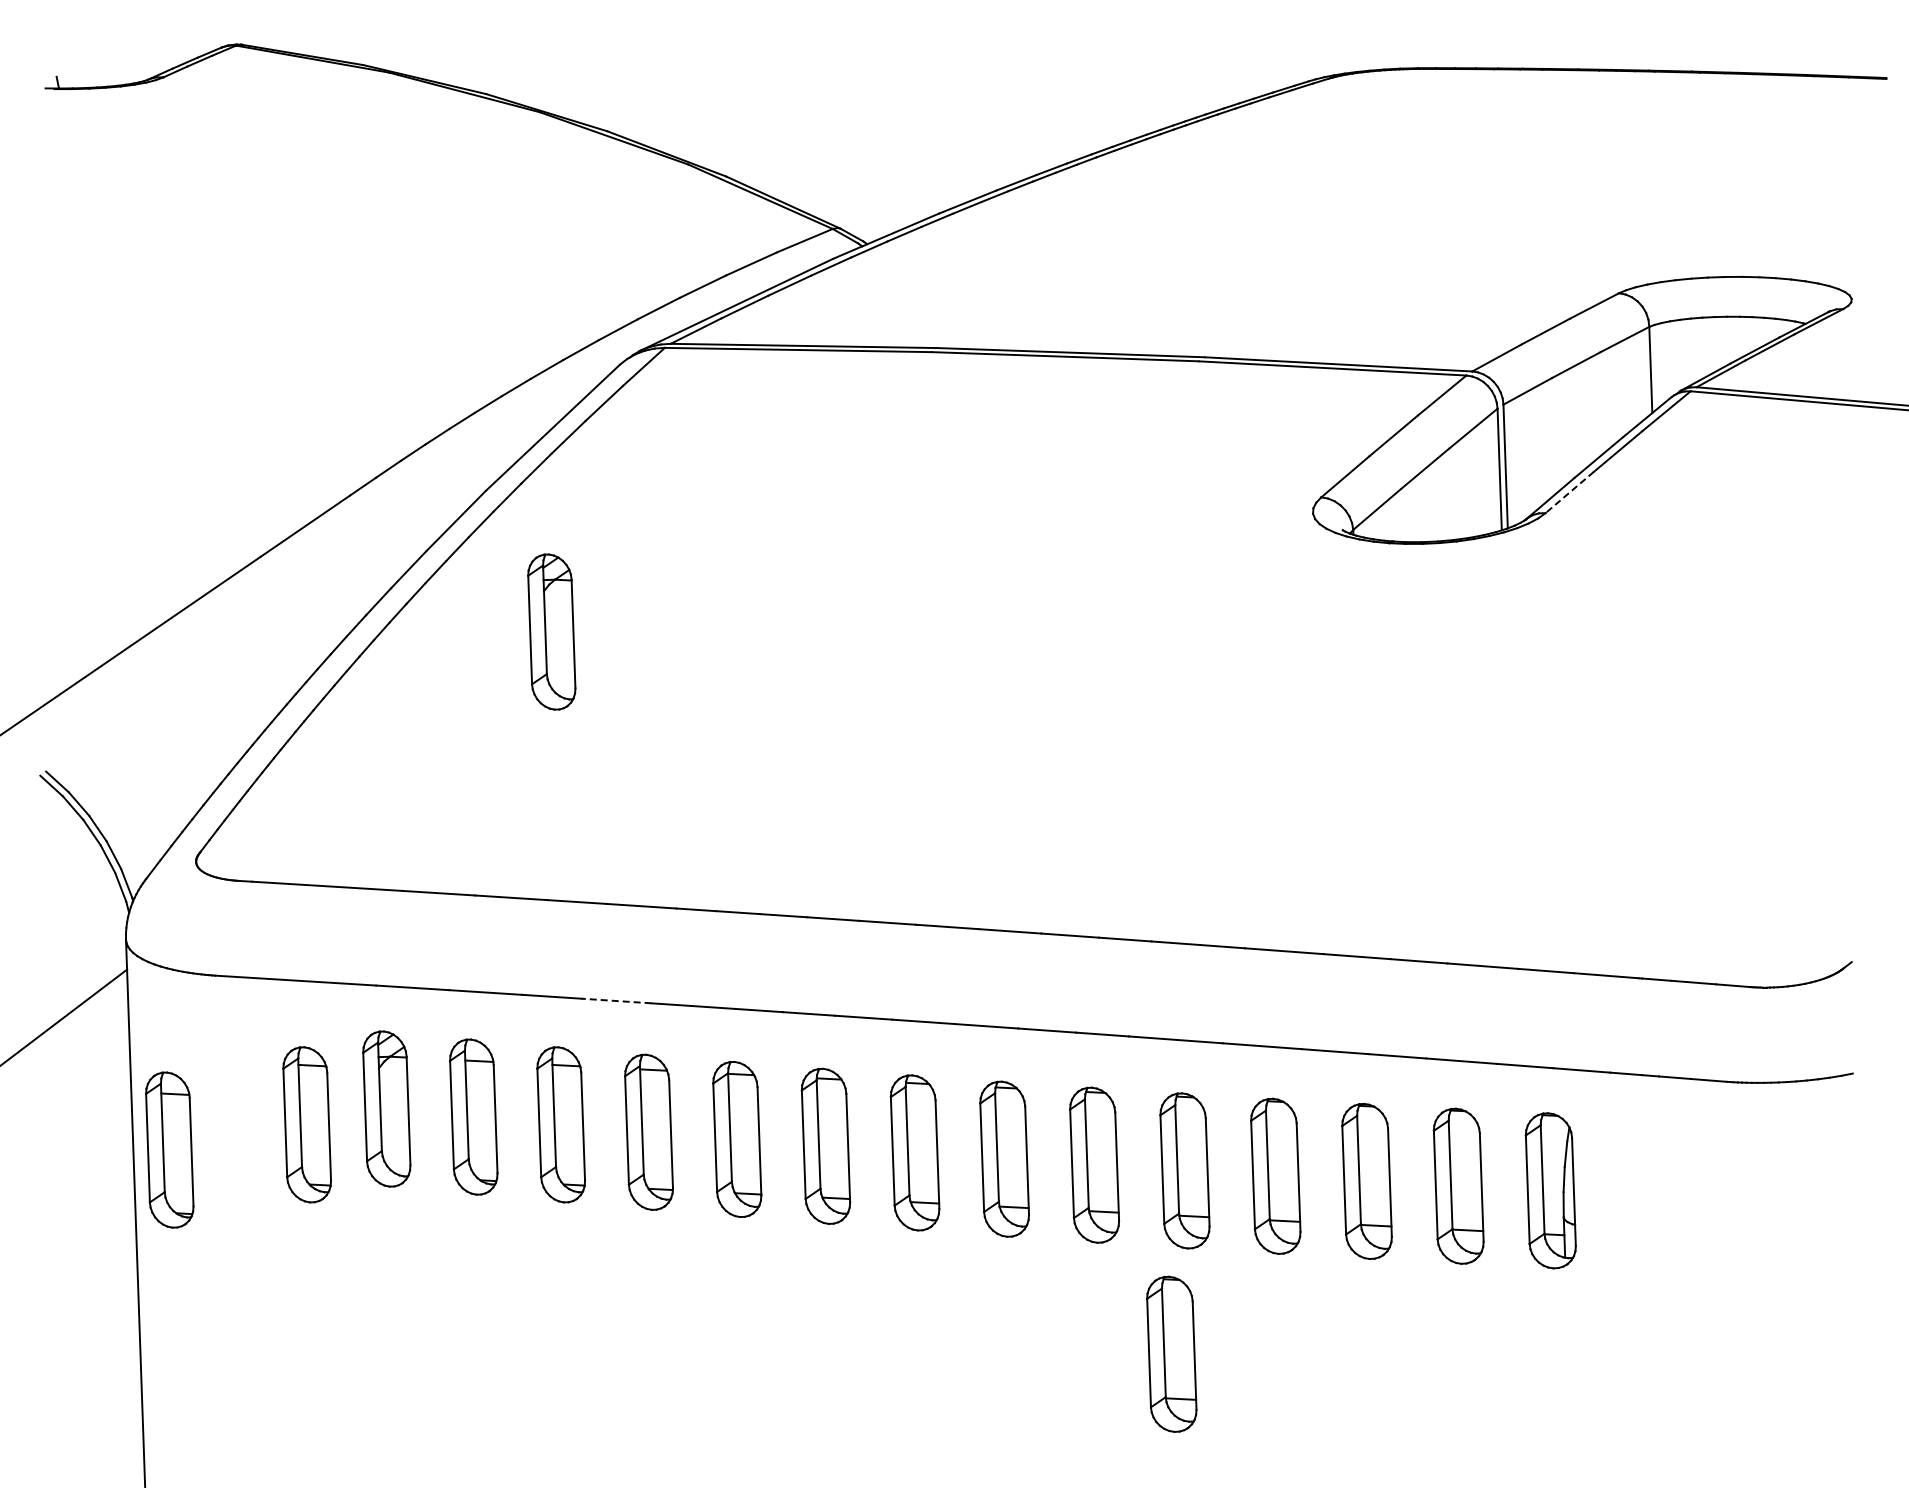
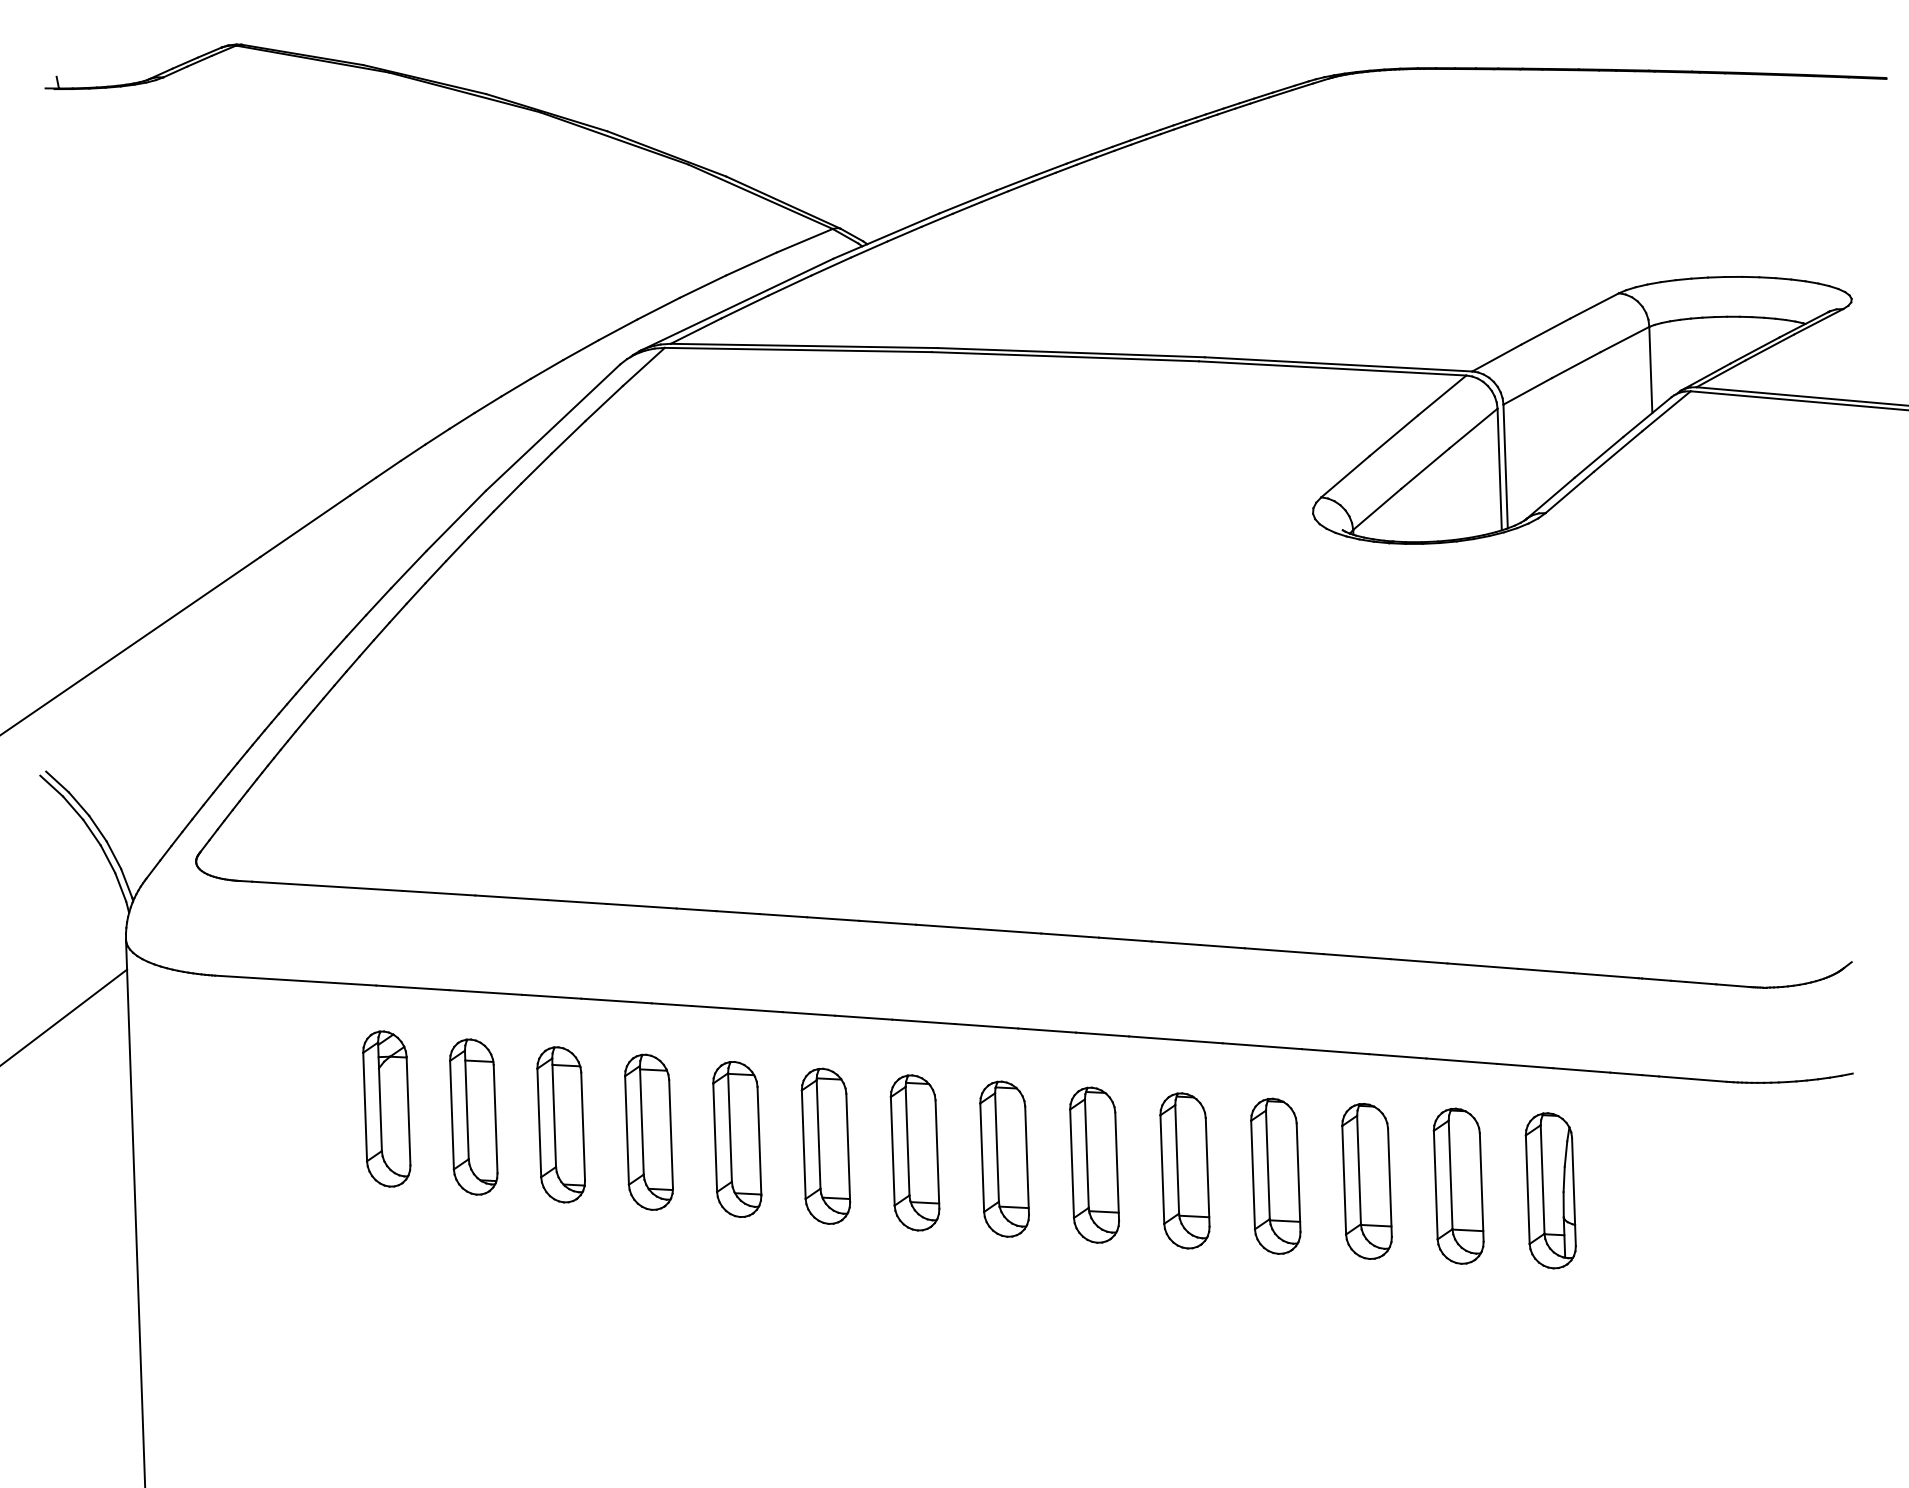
line at (1569, 492): dashed -> solid
part at (551, 631): present -> none
line at (616, 1000): dashed -> solid
part at (306, 1124): present -> none
part at (169, 1149): present -> none
part at (1171, 1353): present -> none
